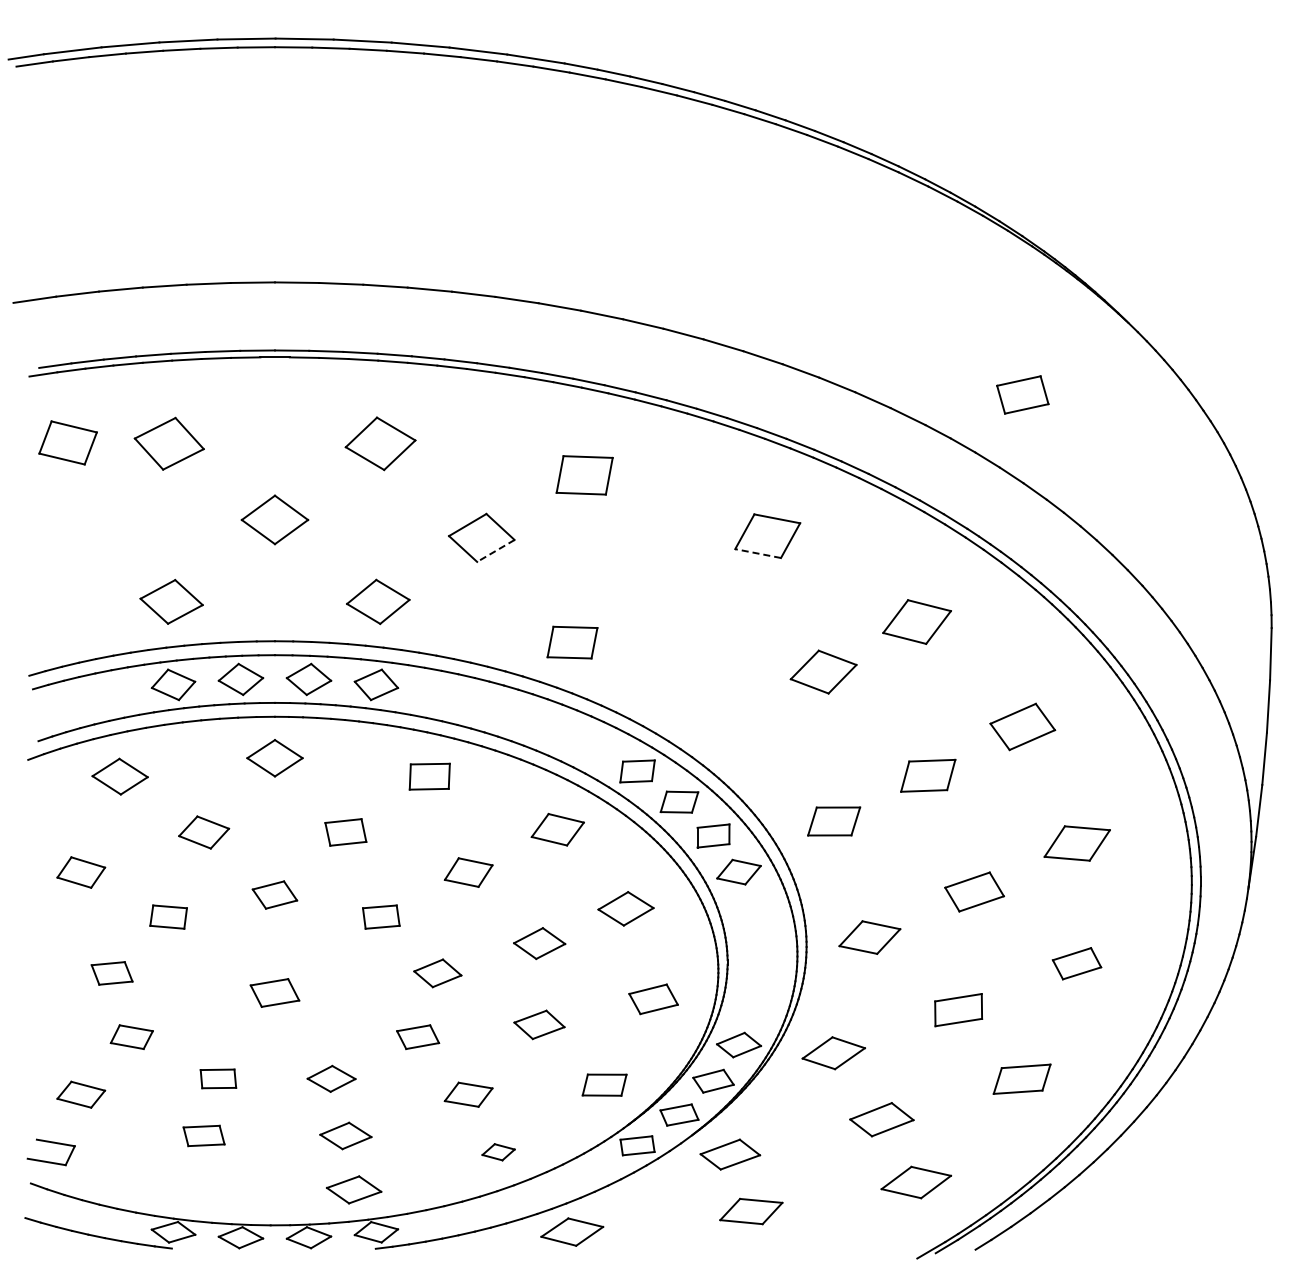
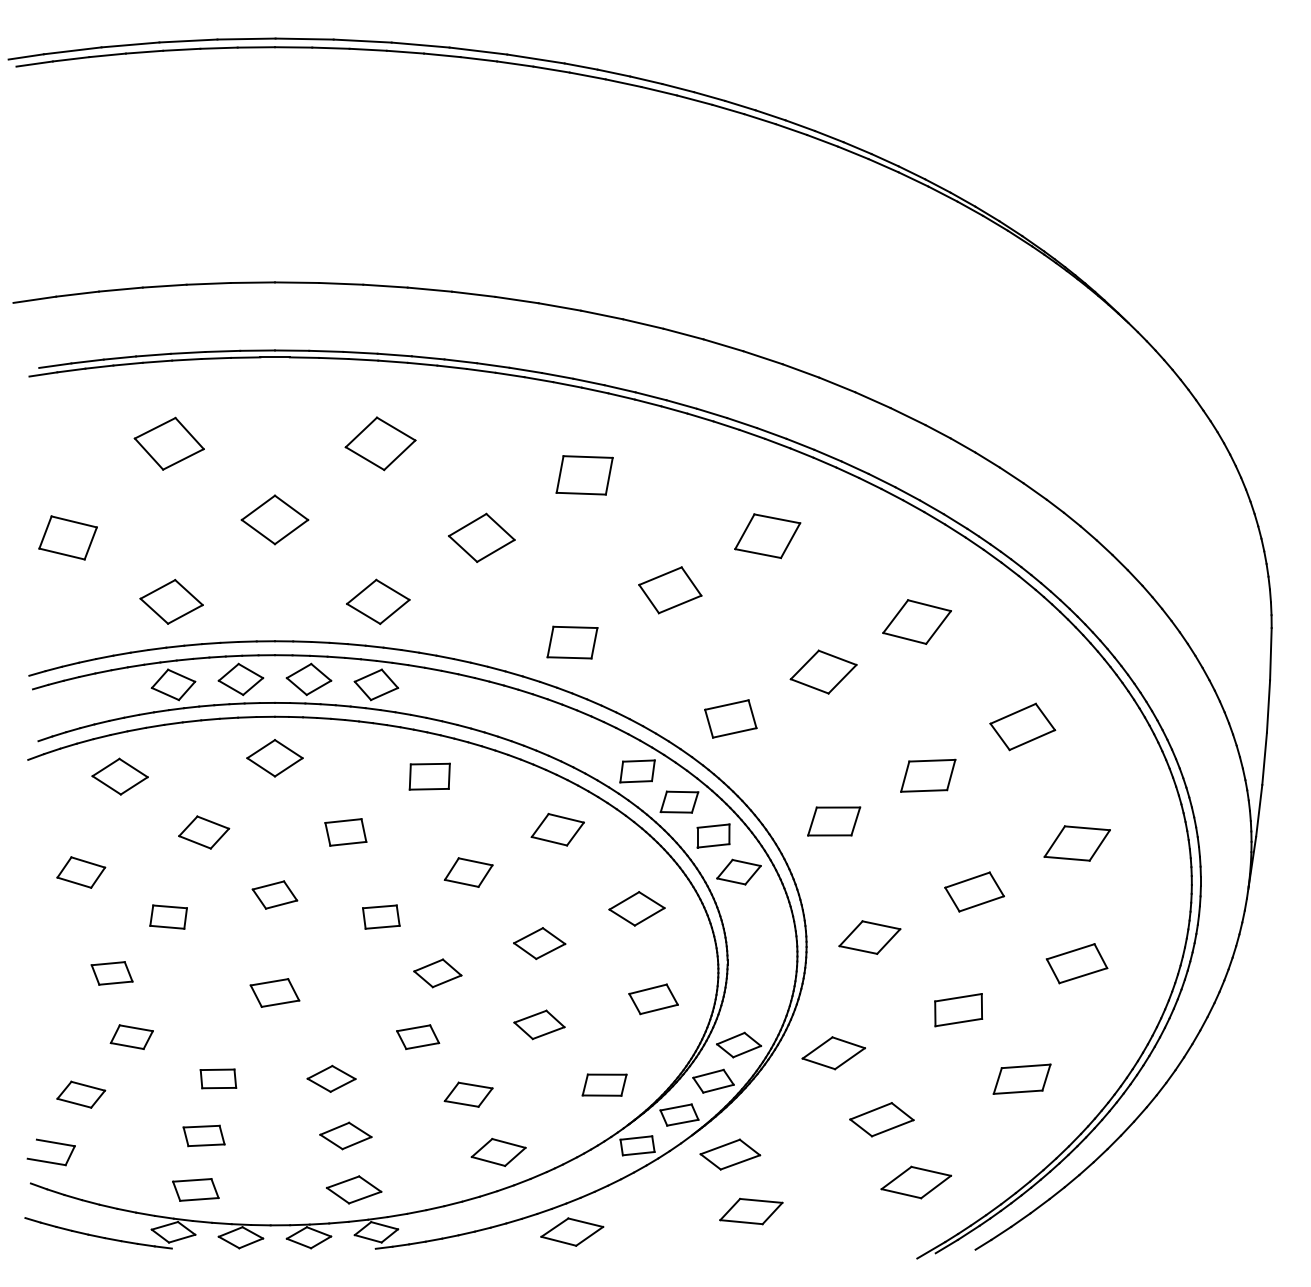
part at (1022, 394) position: (1022, 394) -> (730, 718)
part at (67, 442) position: (67, 442) -> (67, 537)
line at (495, 550): dashed -> solid
line at (757, 553): dashed -> solid
part at (670, 590): none -> present
part at (625, 908) position: (625, 908) -> (636, 908)
part at (1076, 963) size: 52x34 px -> 64x42 px
part at (498, 1152) size: 35x19 px -> 57x30 px
part at (195, 1189): none -> present
